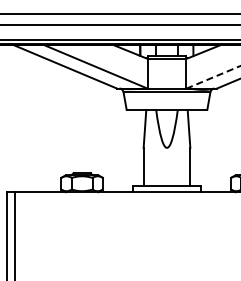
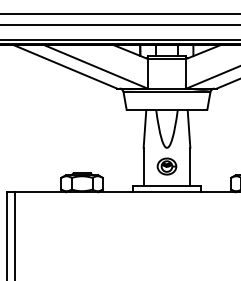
line at (213, 77): dashed -> solid
part at (166, 166): none -> present
